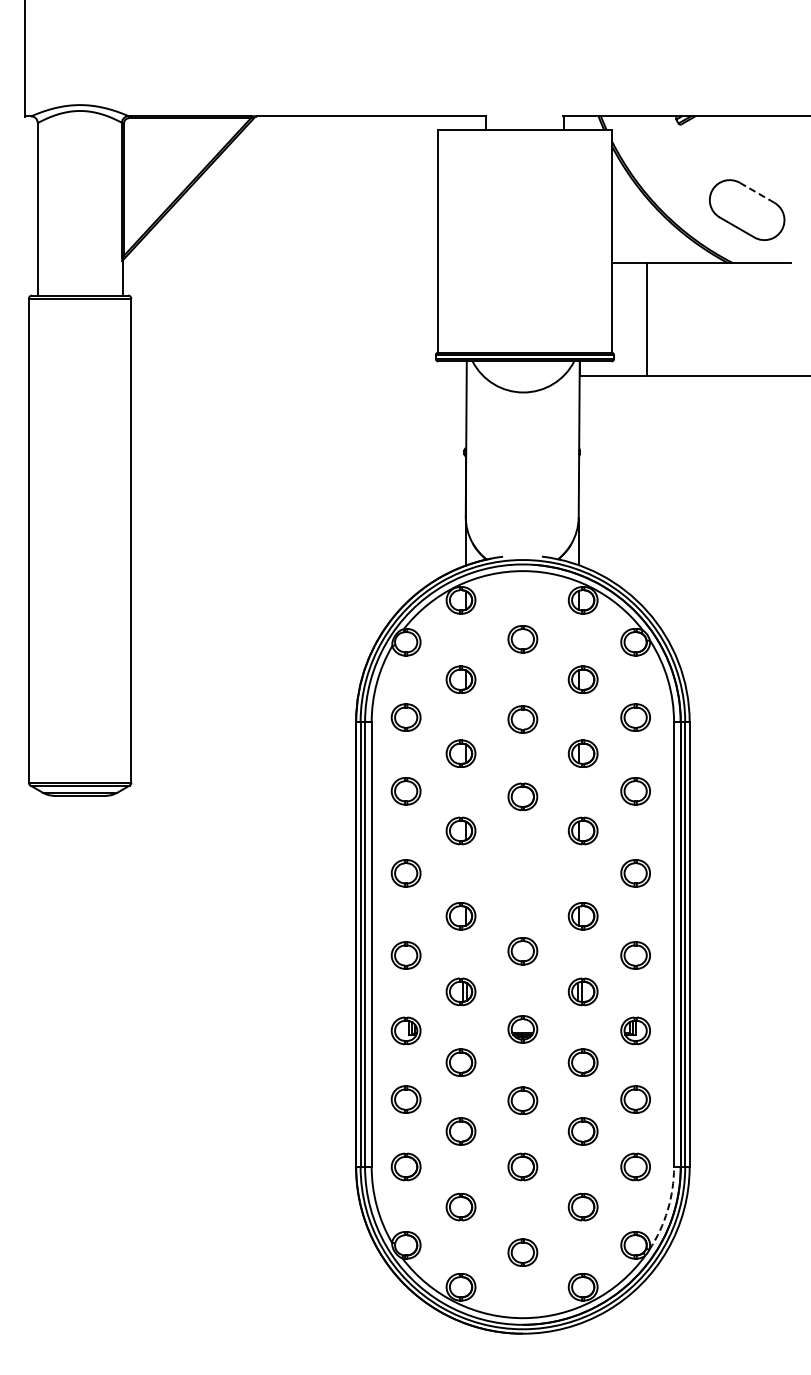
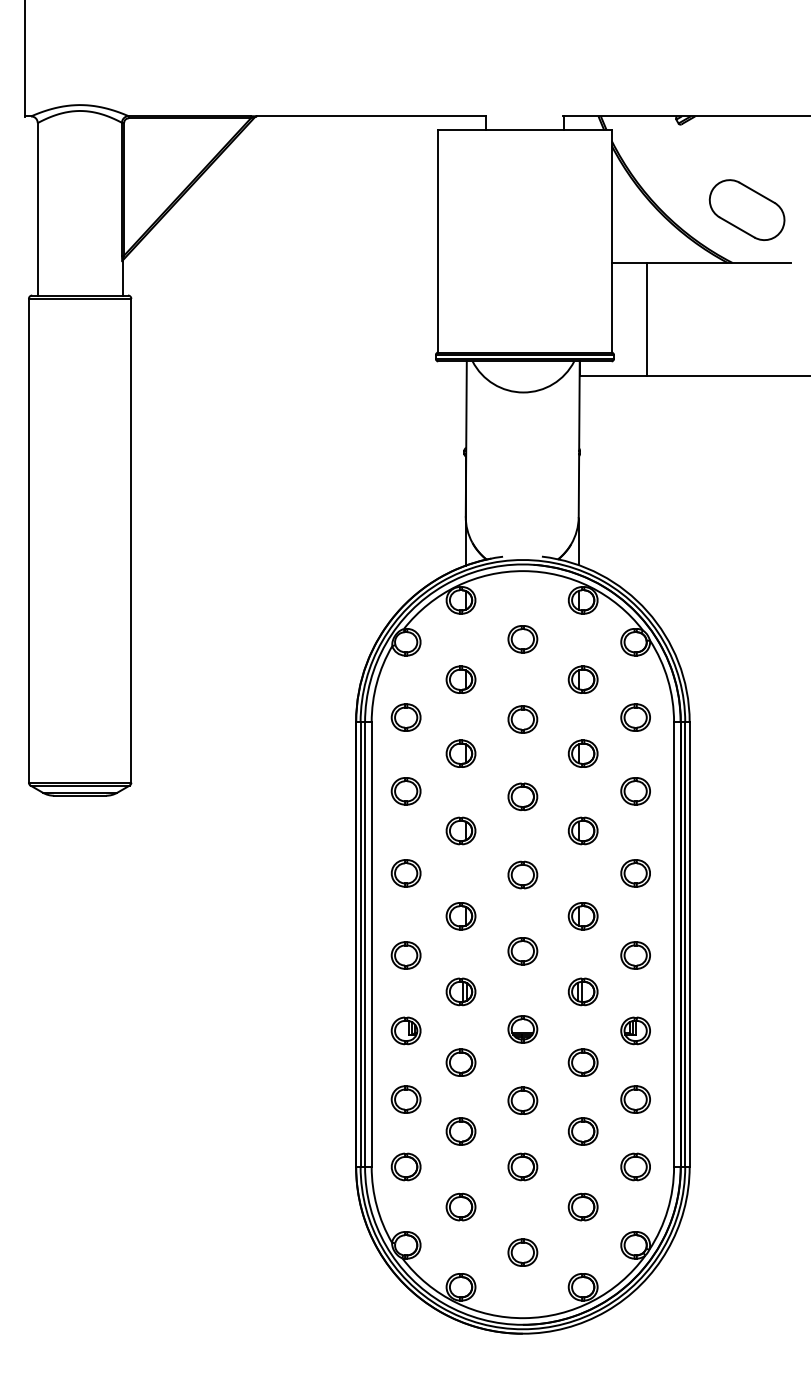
line at (756, 192): dashed -> solid
part at (522, 874): none -> present
arc at (667, 1210): dashed -> solid
